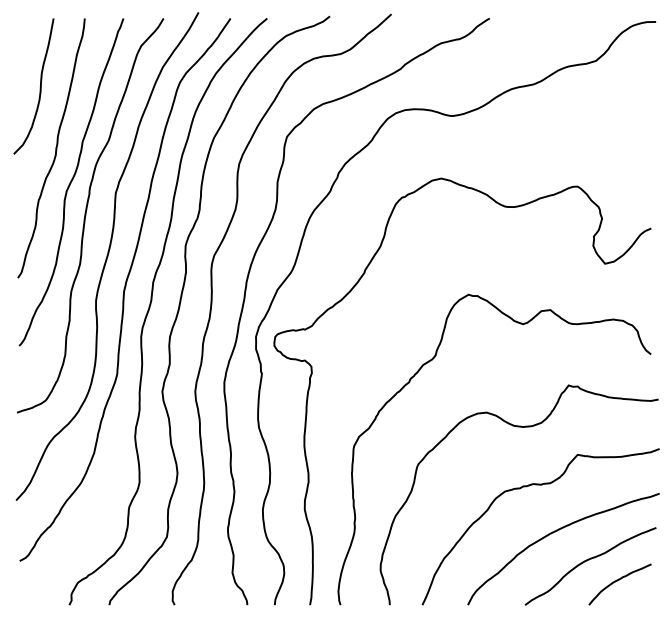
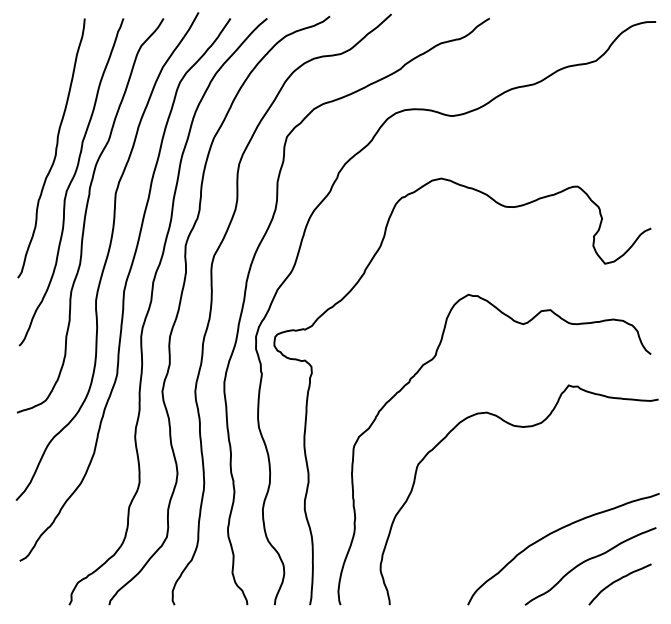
curve at (39, 87): present -> none
curve at (540, 485): present -> none
